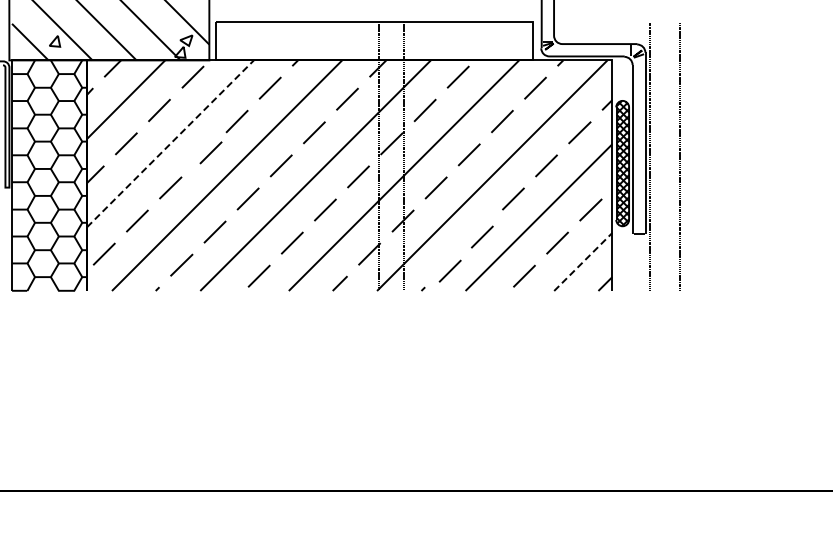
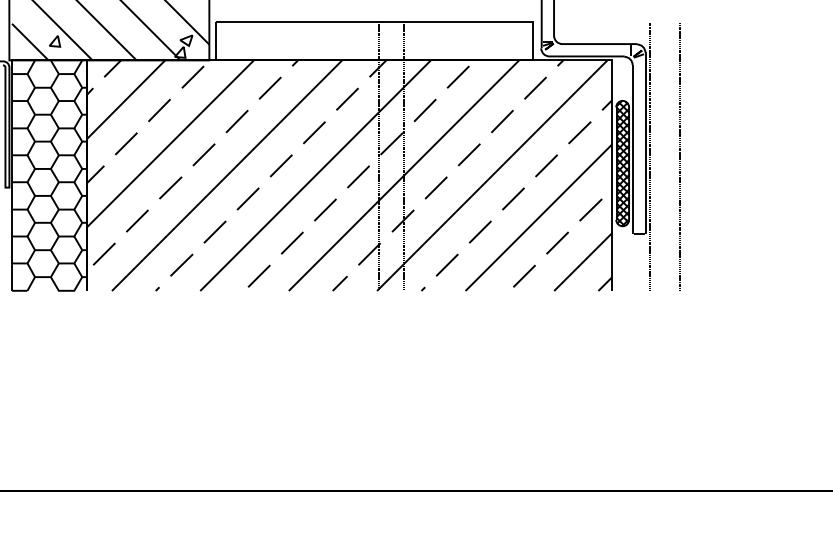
line at (170, 143): dashed -> solid
line at (210, 152) position: (210, 152) -> (203, 154)
line at (482, 236) position: (482, 236) -> (480, 231)
line at (583, 261): dashed -> solid
line at (449, 270) position: (449, 270) -> (446, 264)
